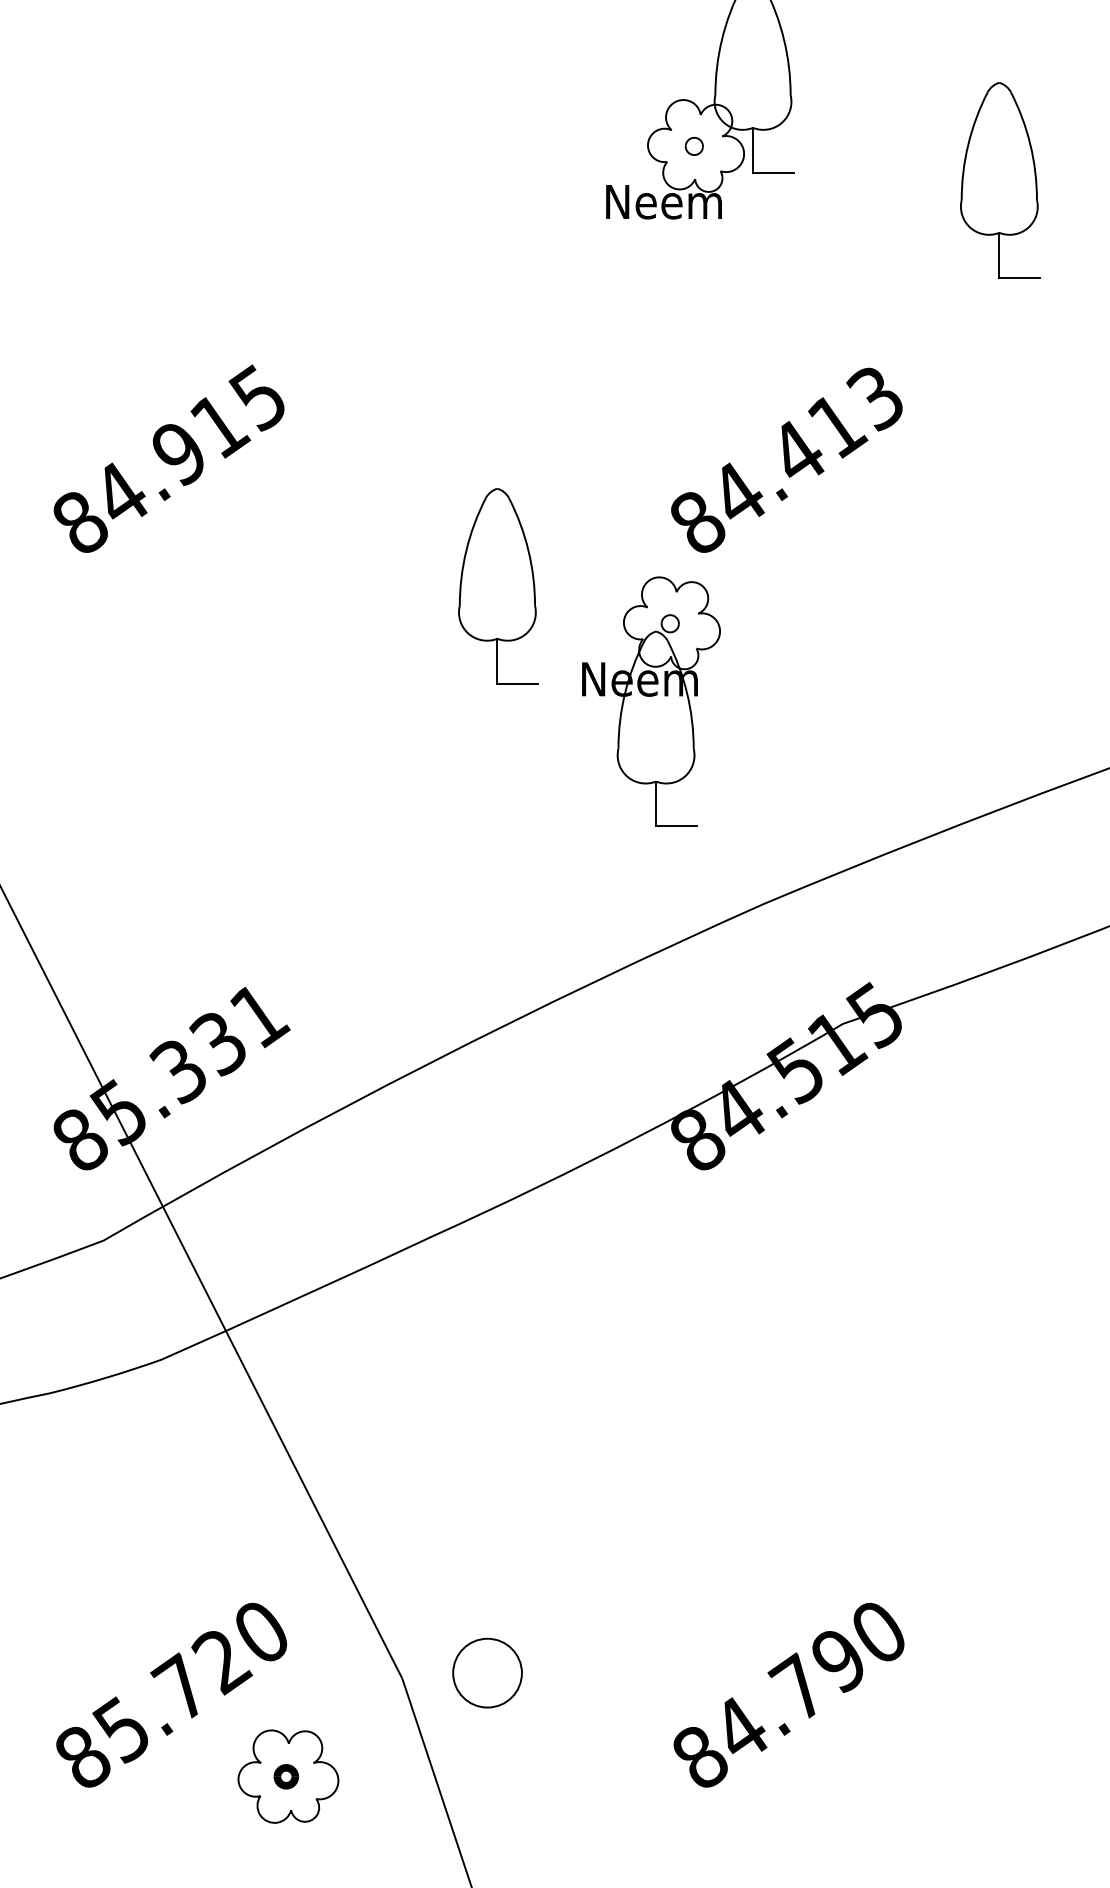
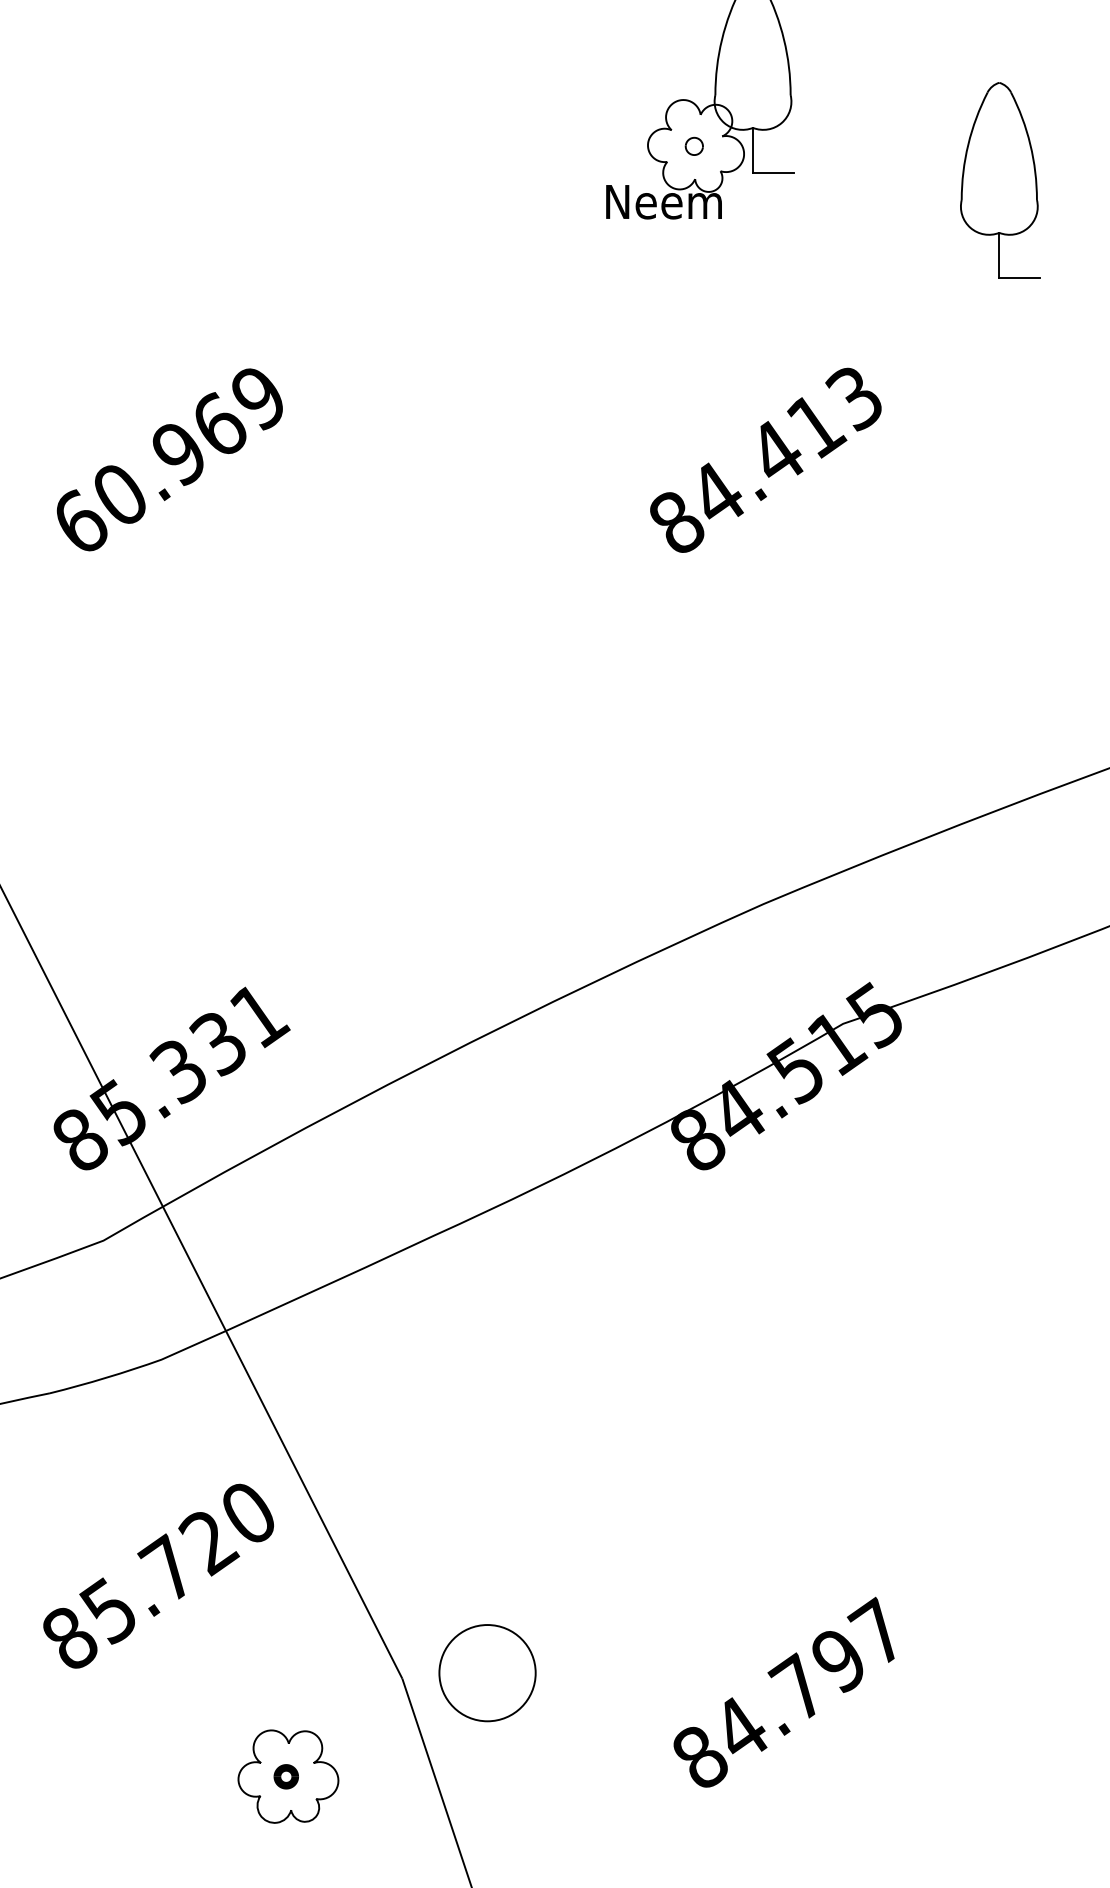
text at (168, 458): 84.915 -> 60.969
text at (786, 459) position: (786, 459) -> (765, 459)
part at (498, 586): present -> none
part at (651, 701): present -> none
text at (875, 1629): 84.790 -> 84.797
circle at (487, 1672) diameter: 69 px -> 96 px
text at (171, 1694) position: (171, 1694) -> (158, 1575)
